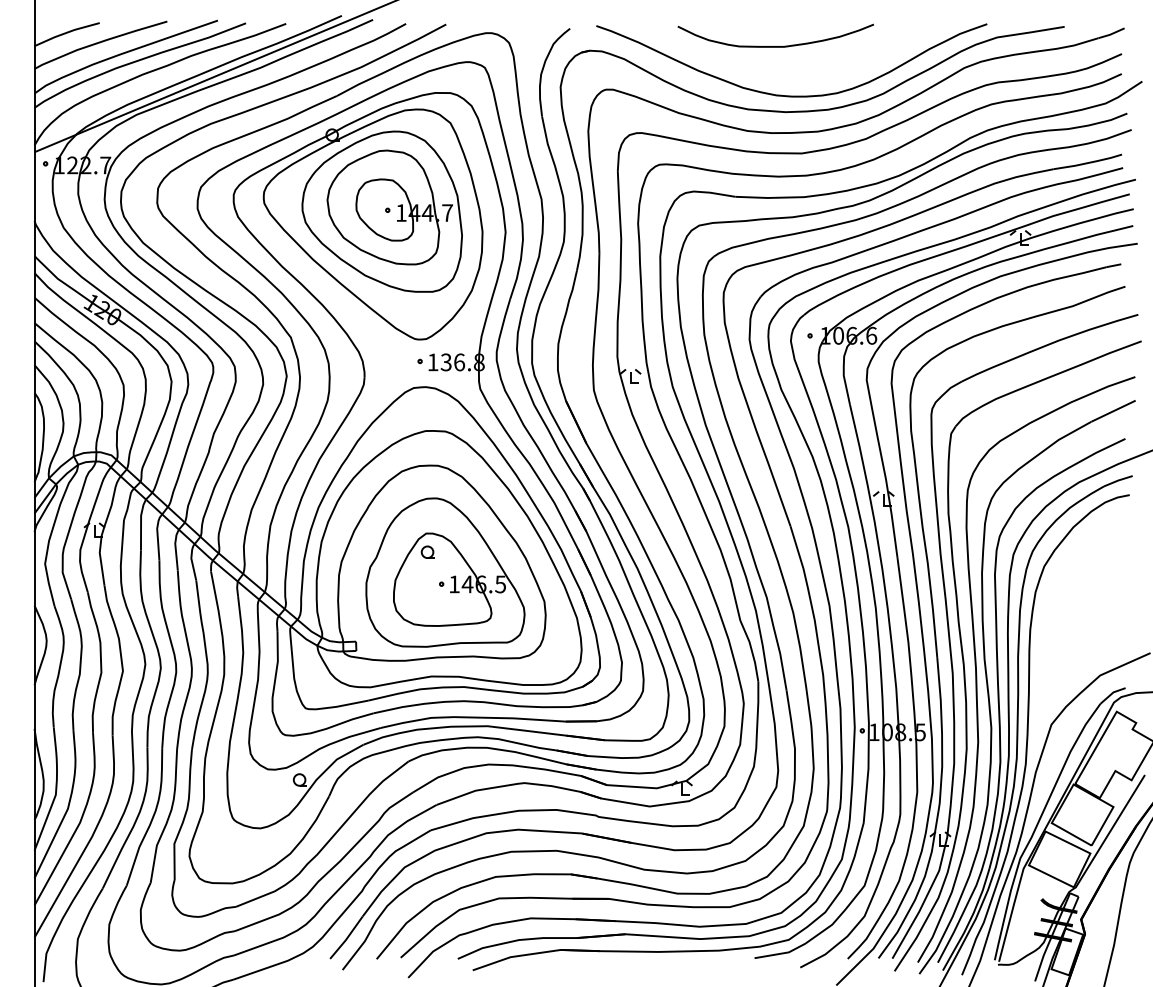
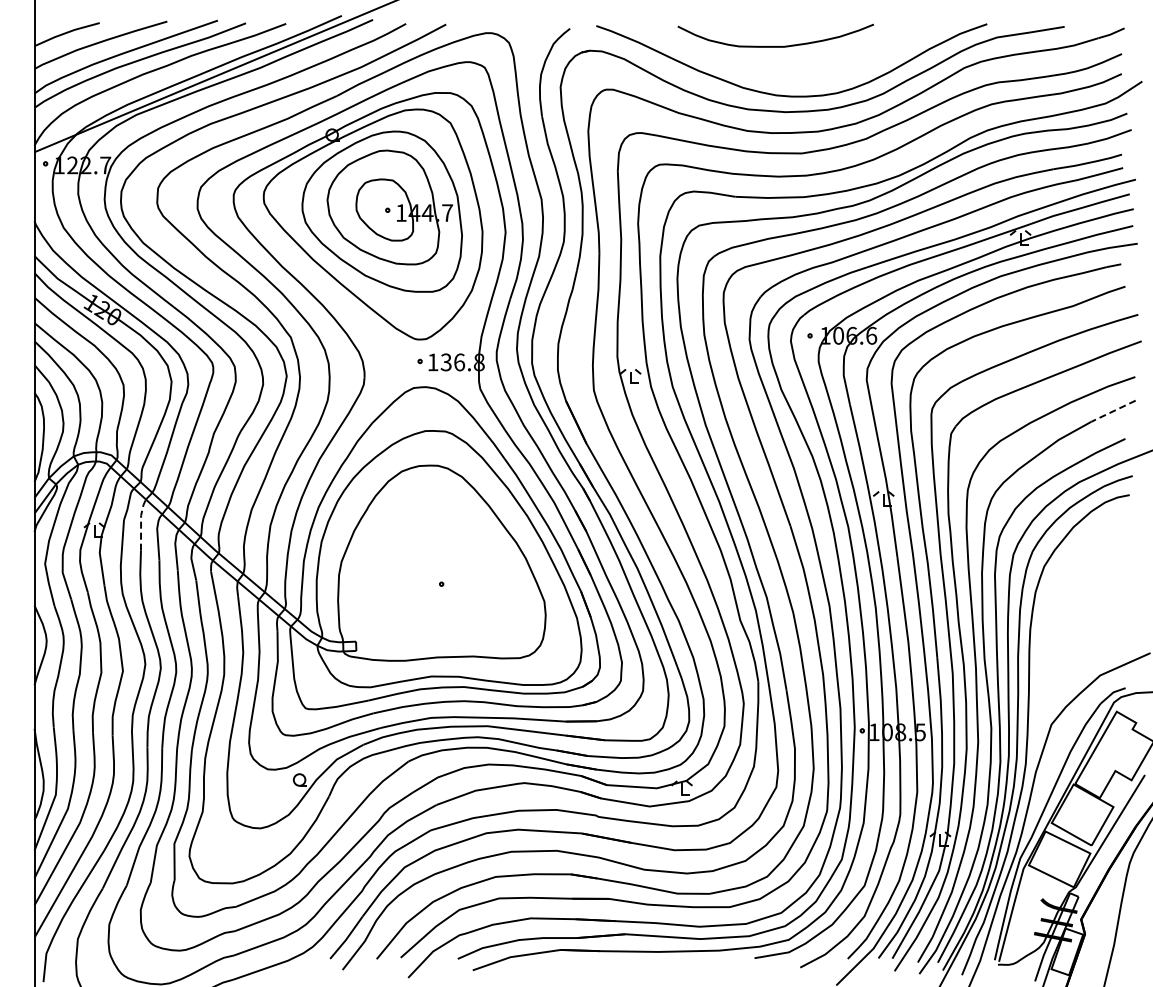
line at (1113, 411): solid -> dashed
line at (141, 523): solid -> dashed
part at (445, 572): present -> none
